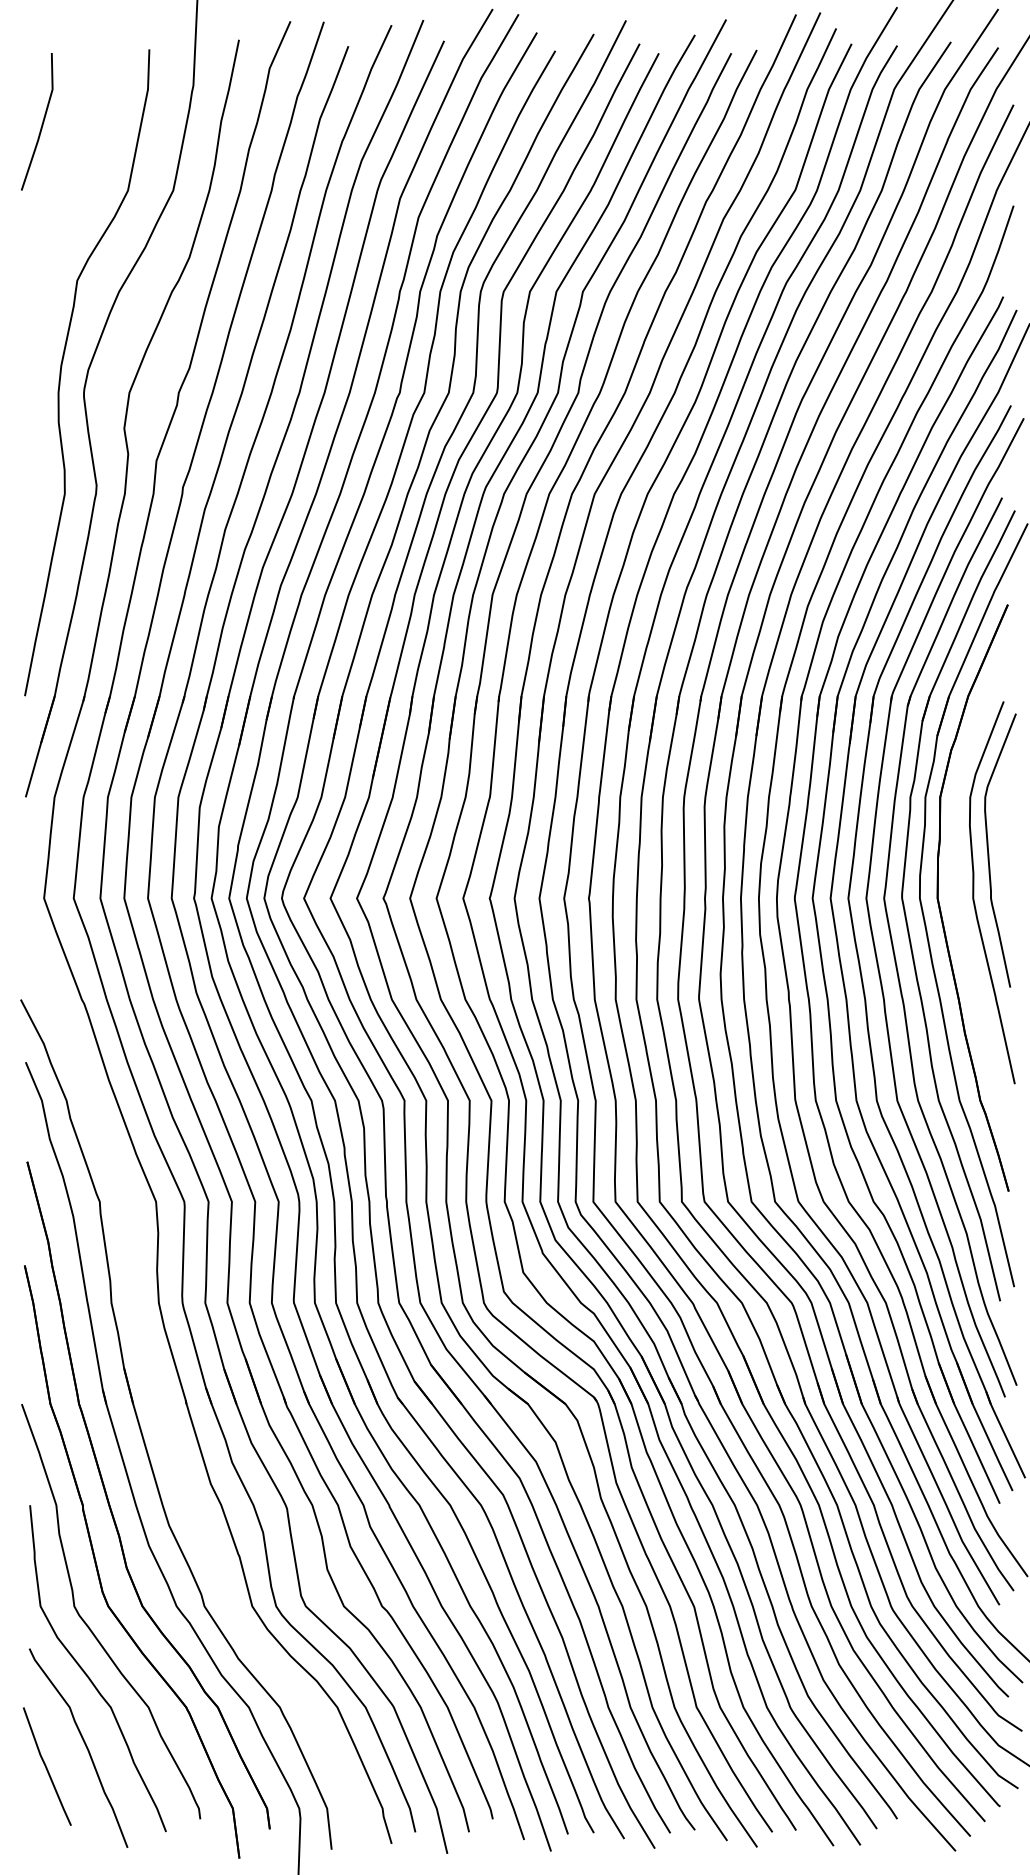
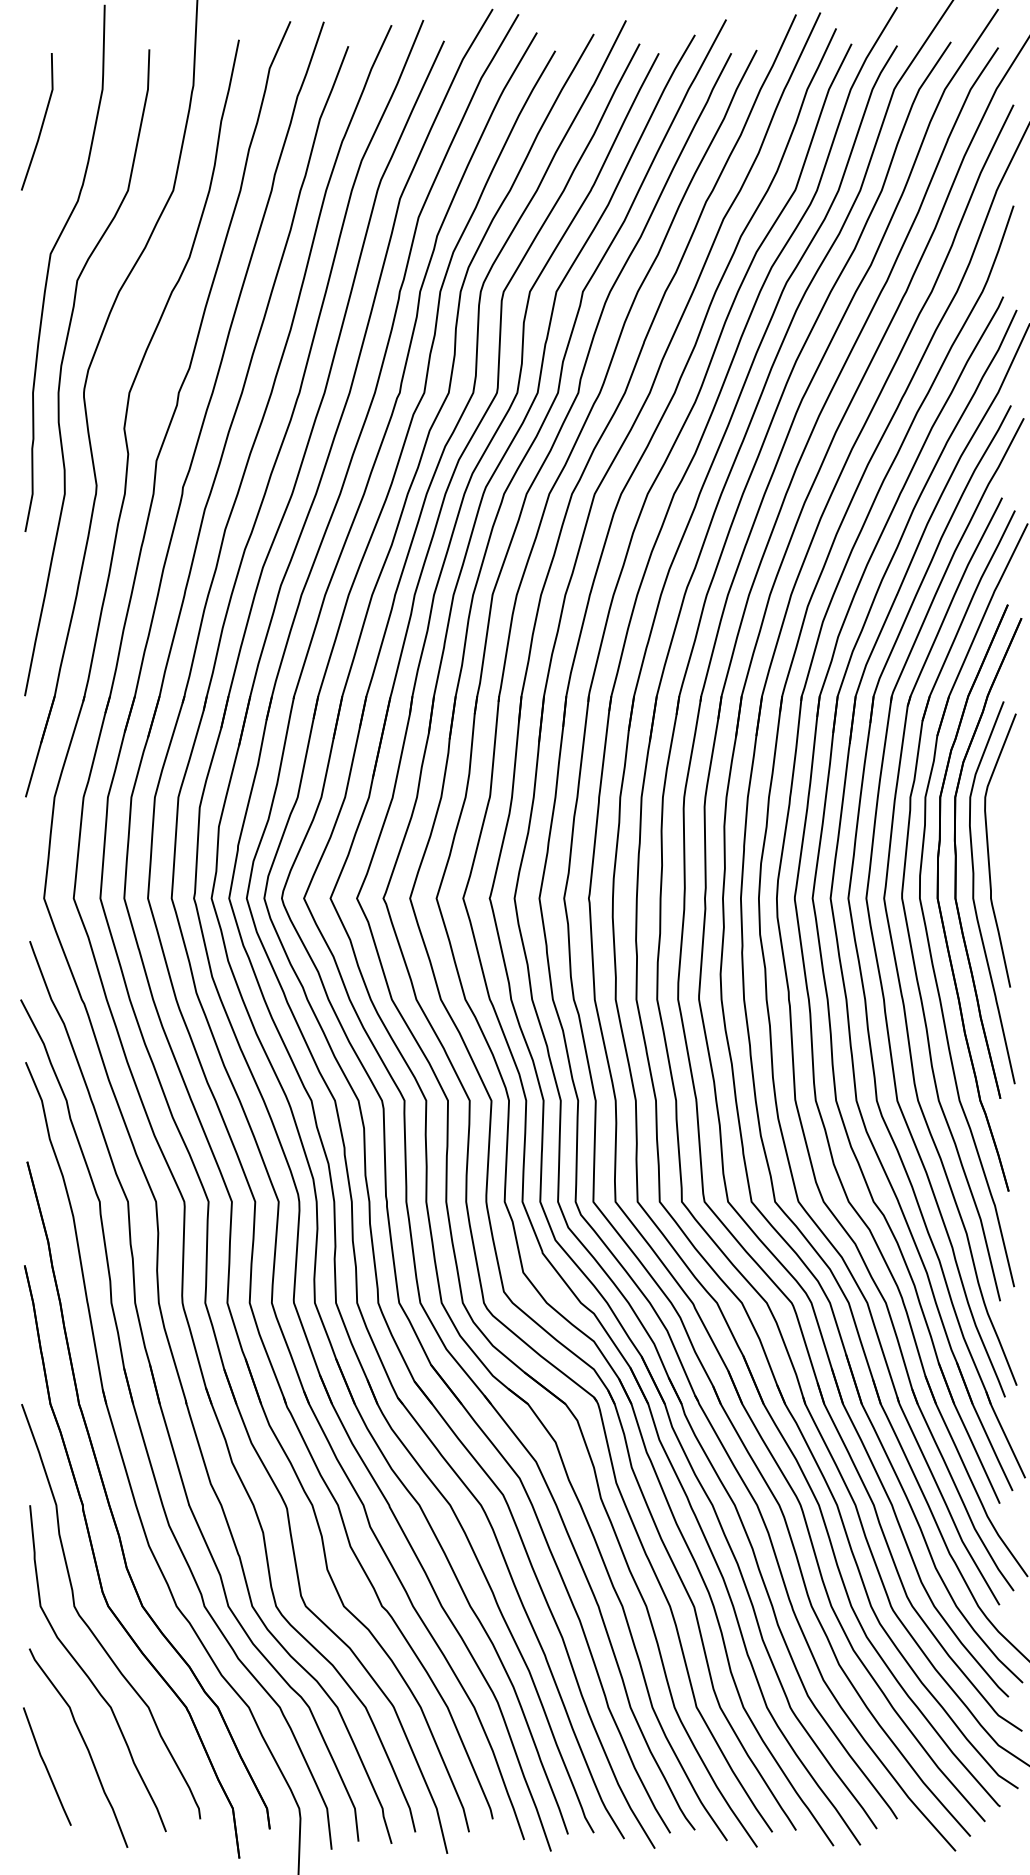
curve at (50, 263): none -> present
part at (956, 858): none -> present
part at (160, 1401): none -> present
